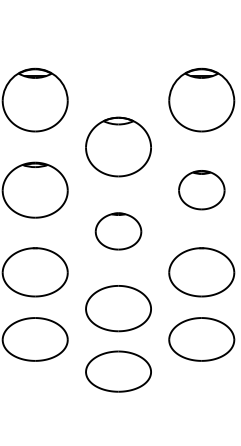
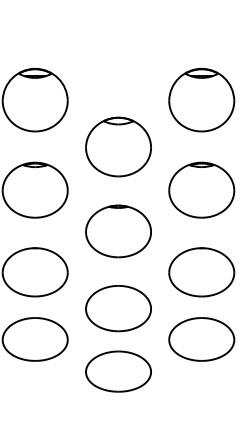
part at (201, 190) size: 48x41 px -> 68x58 px
part at (118, 231) size: 49x39 px -> 67x55 px
